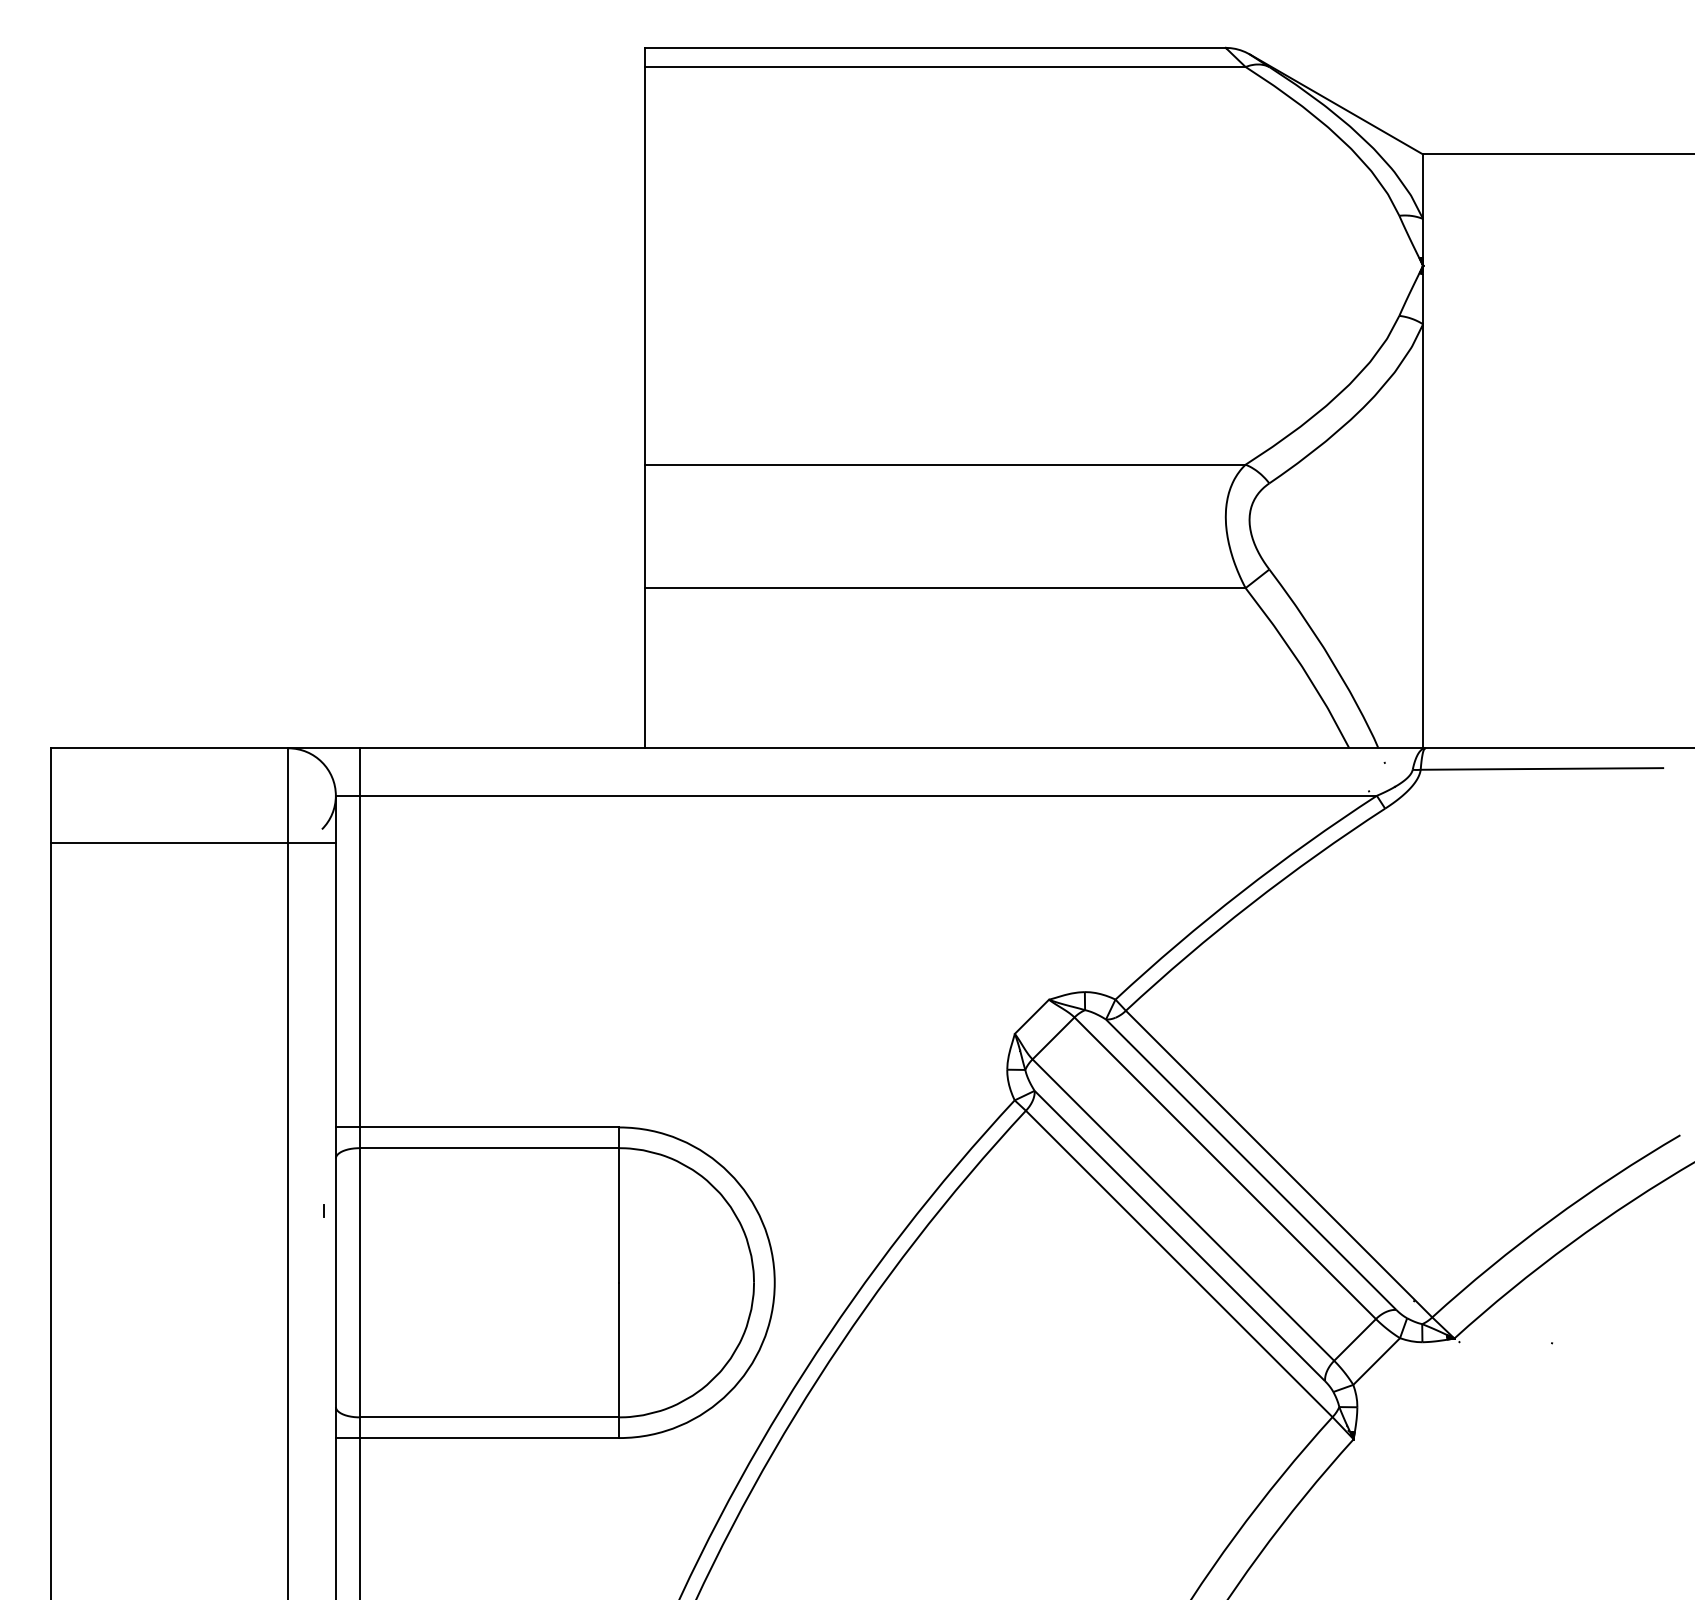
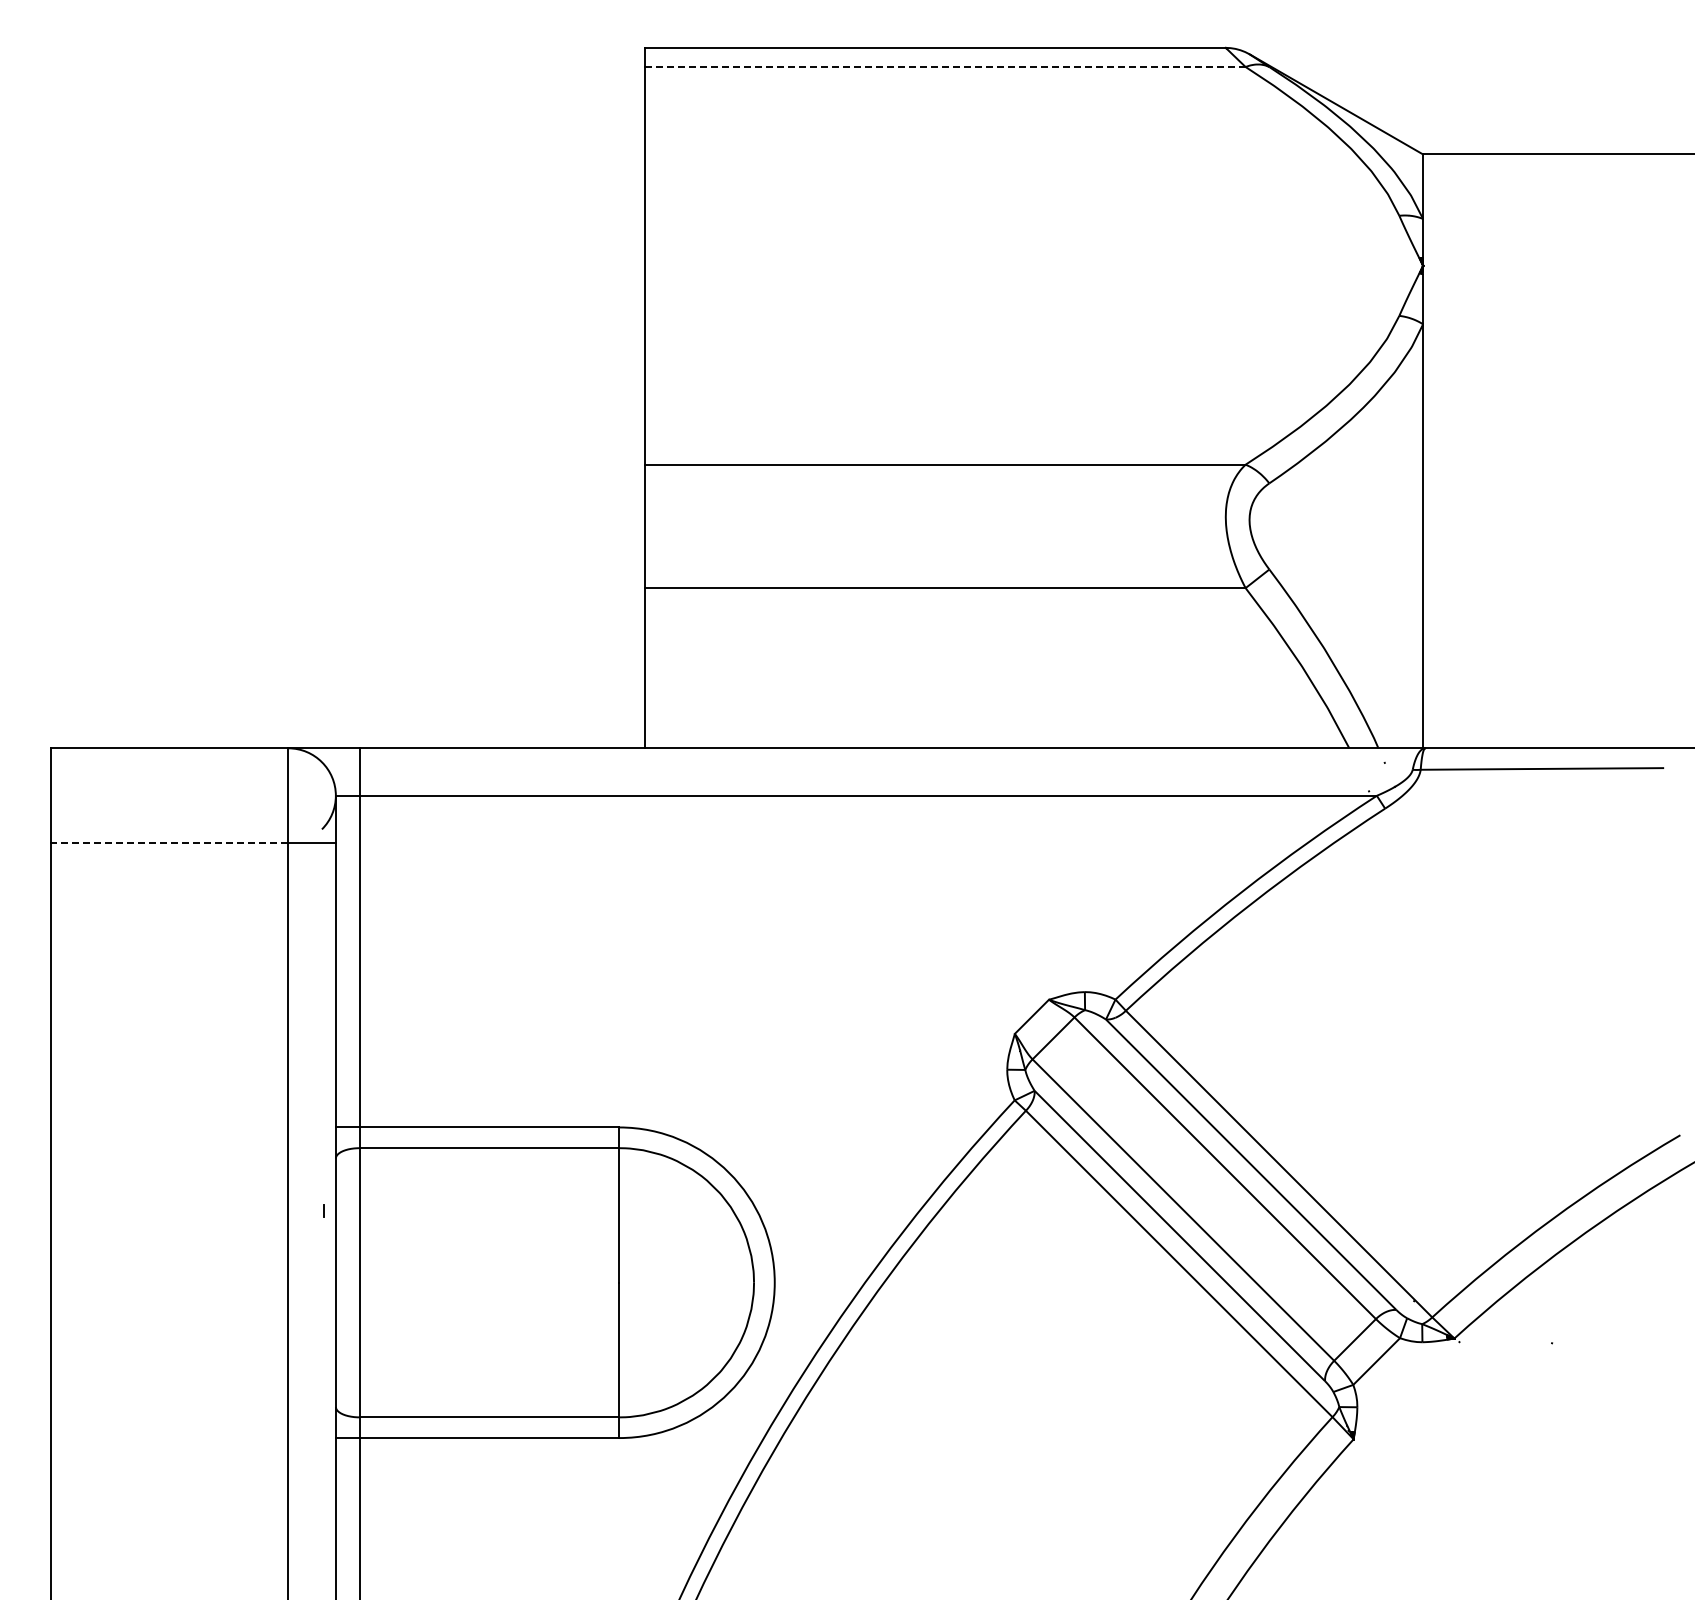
line at (945, 67): solid -> dashed
line at (169, 843): solid -> dashed
